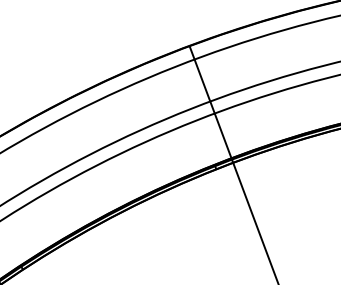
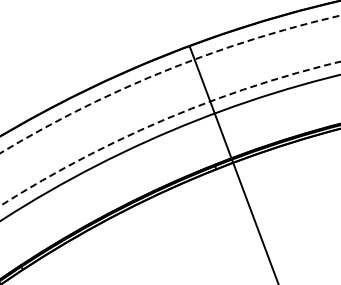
circle at (170, 84): solid -> dashed
circle at (170, 133): solid -> dashed
